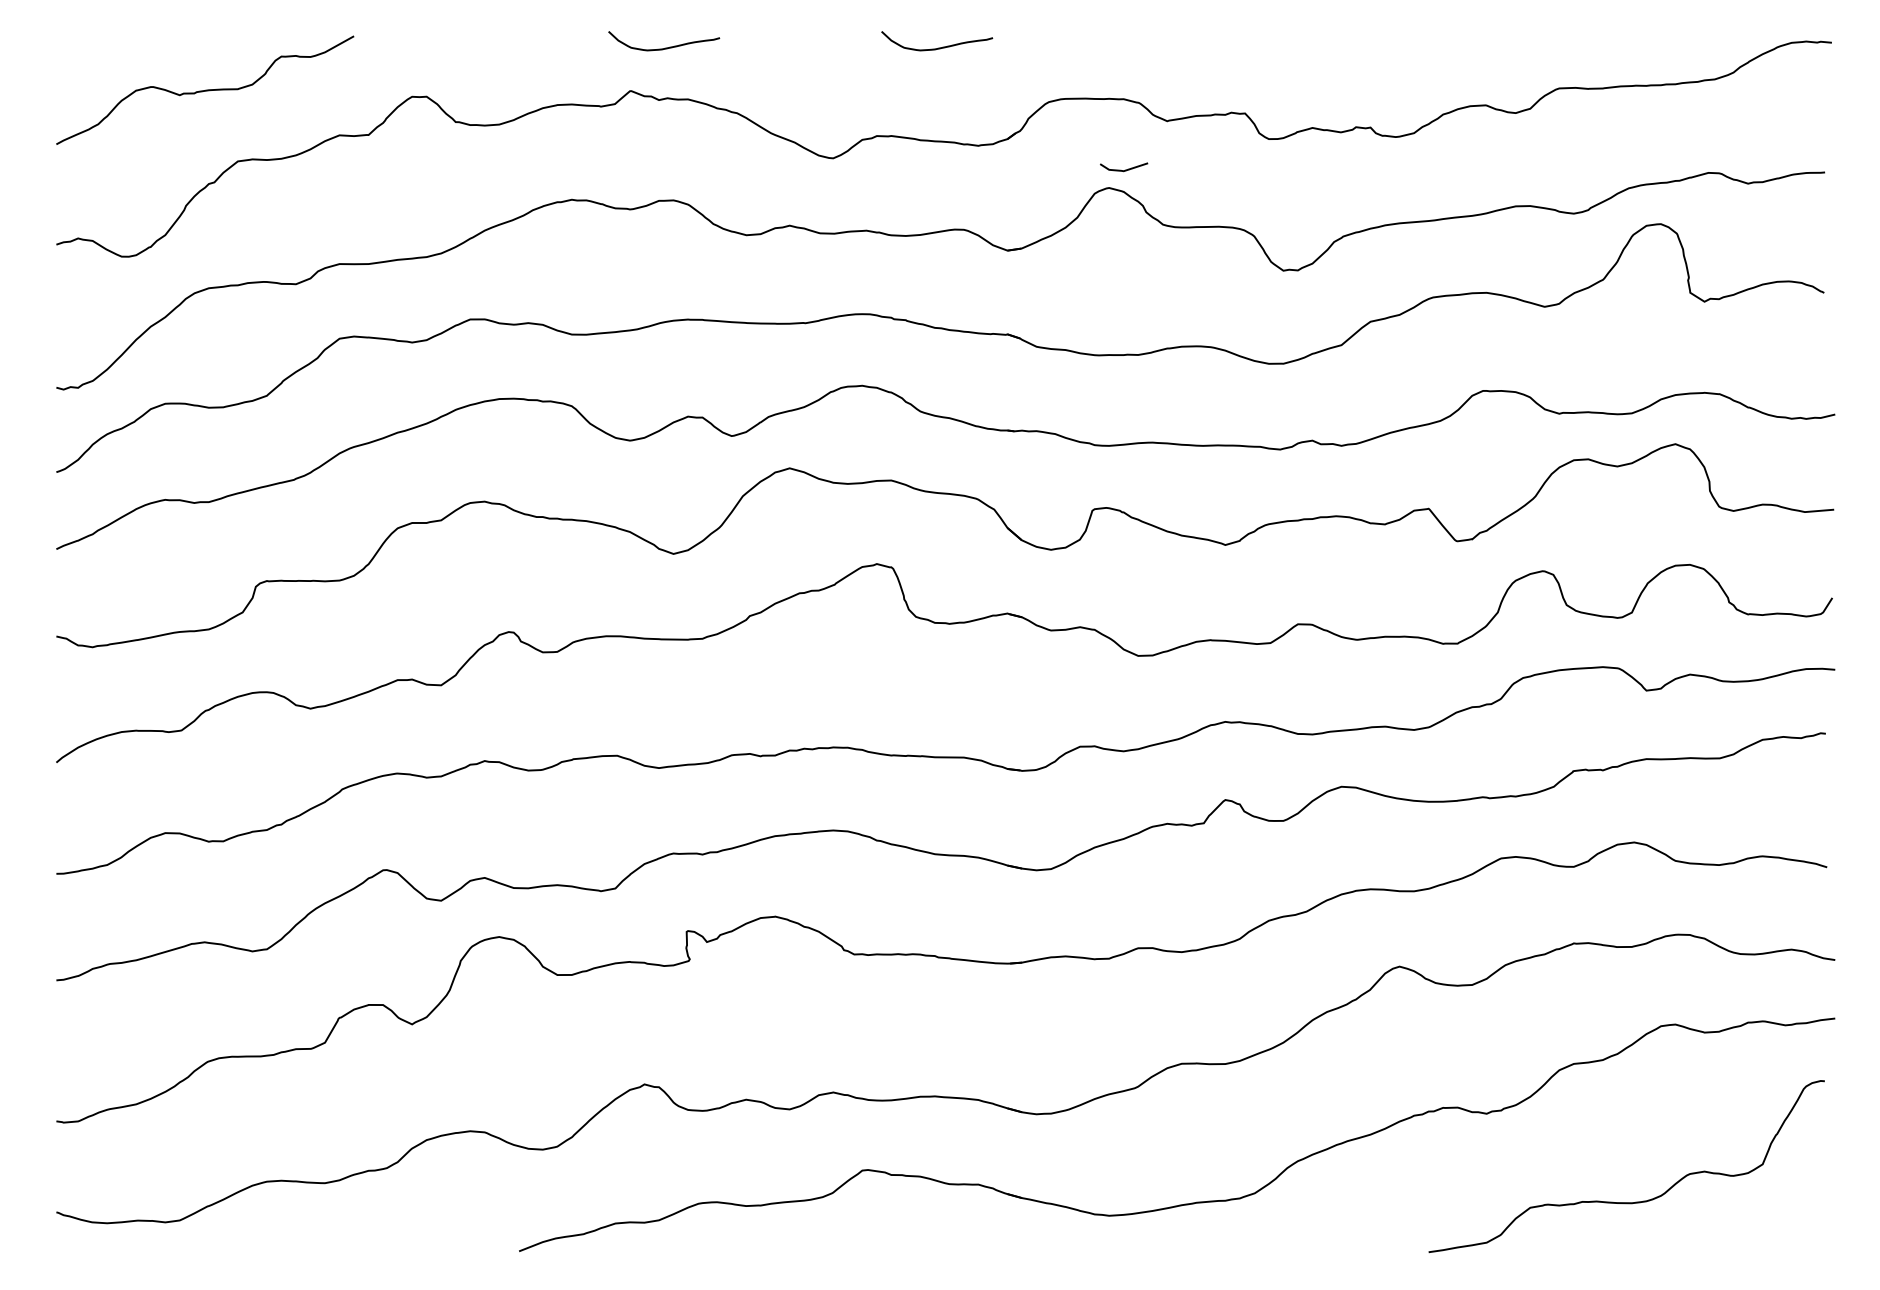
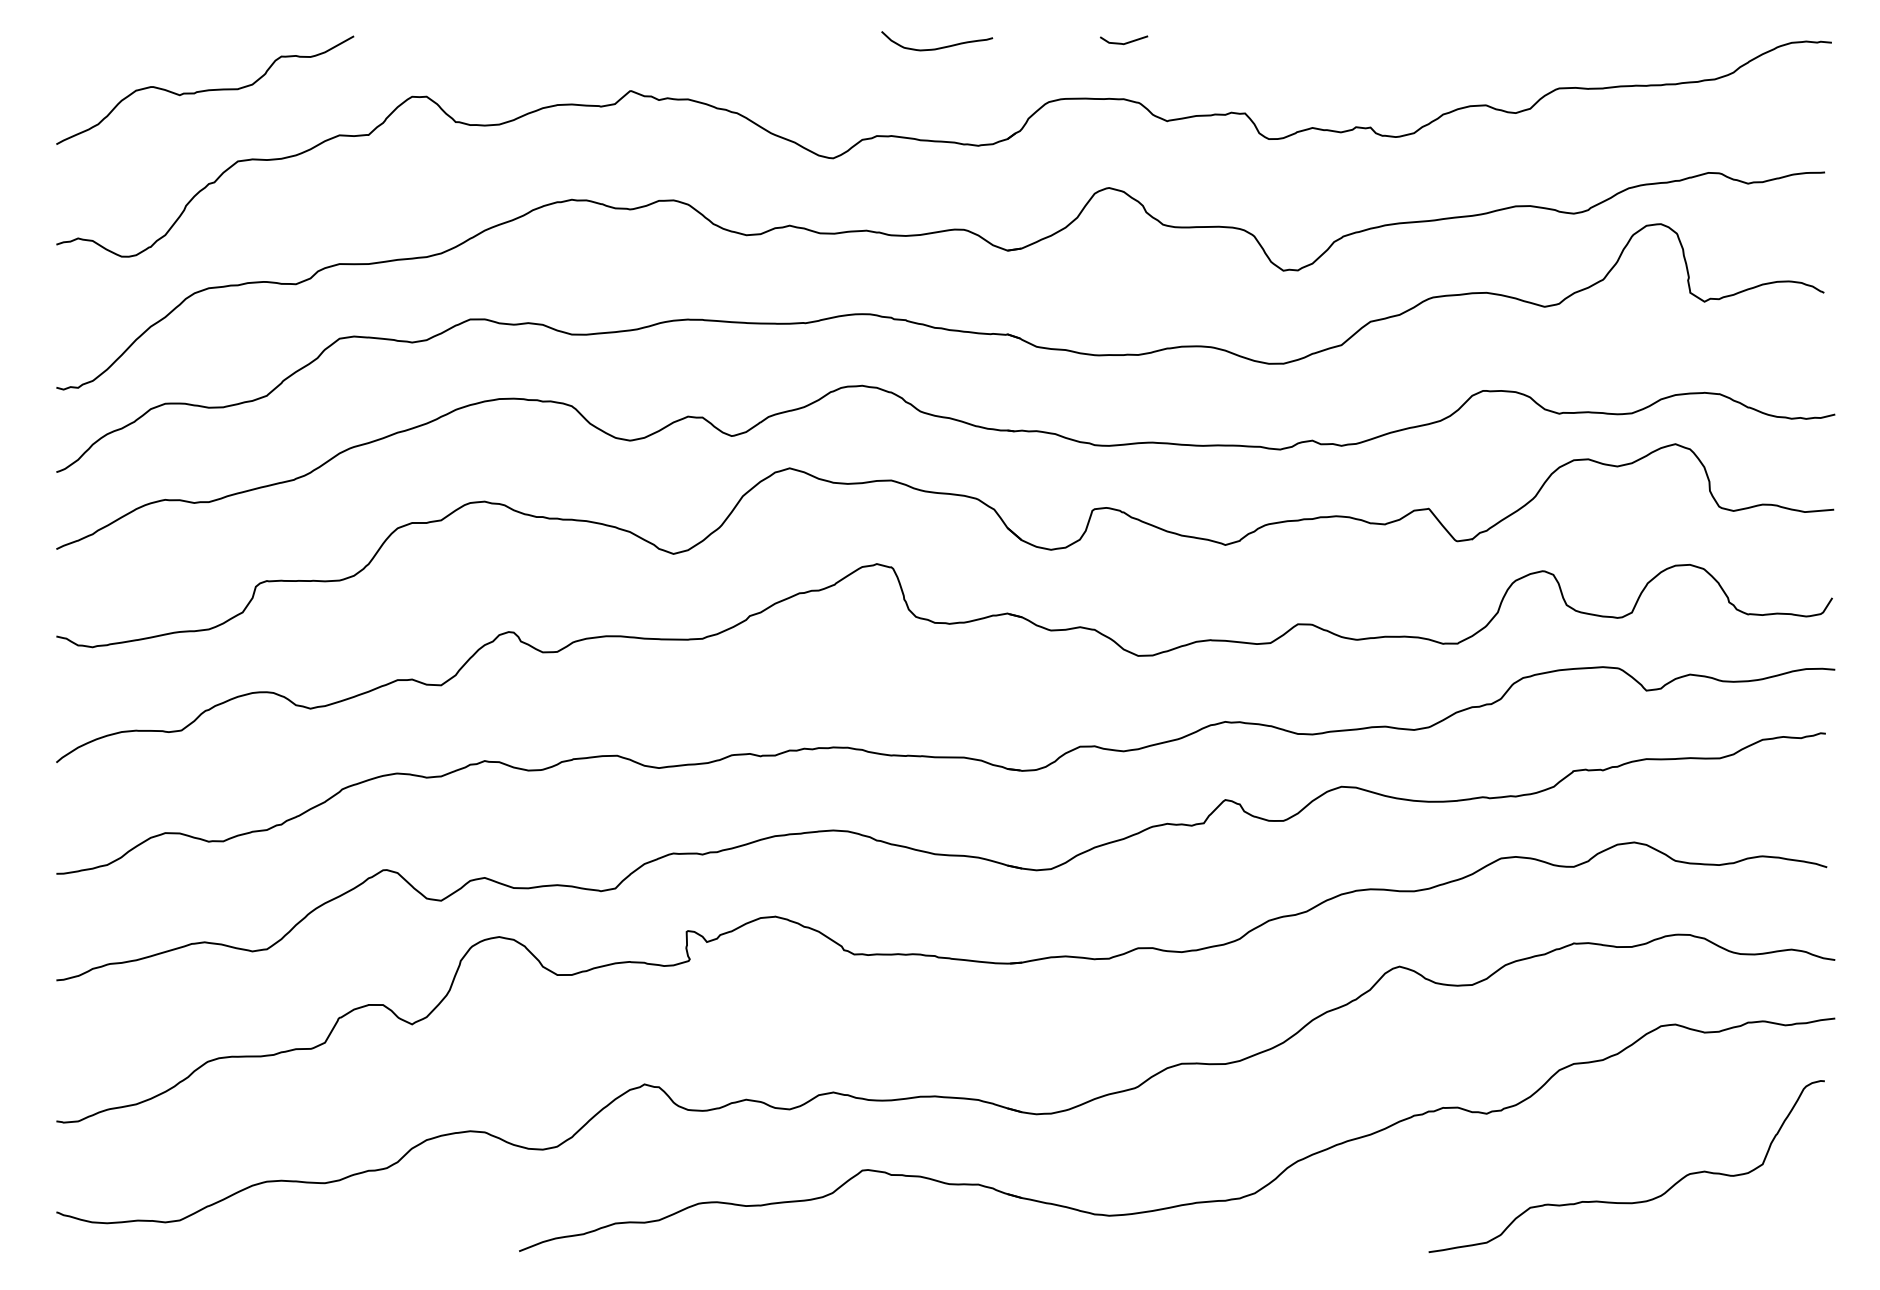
curve at (665, 47): present -> none
line at (1125, 169) position: (1125, 169) -> (1125, 42)
